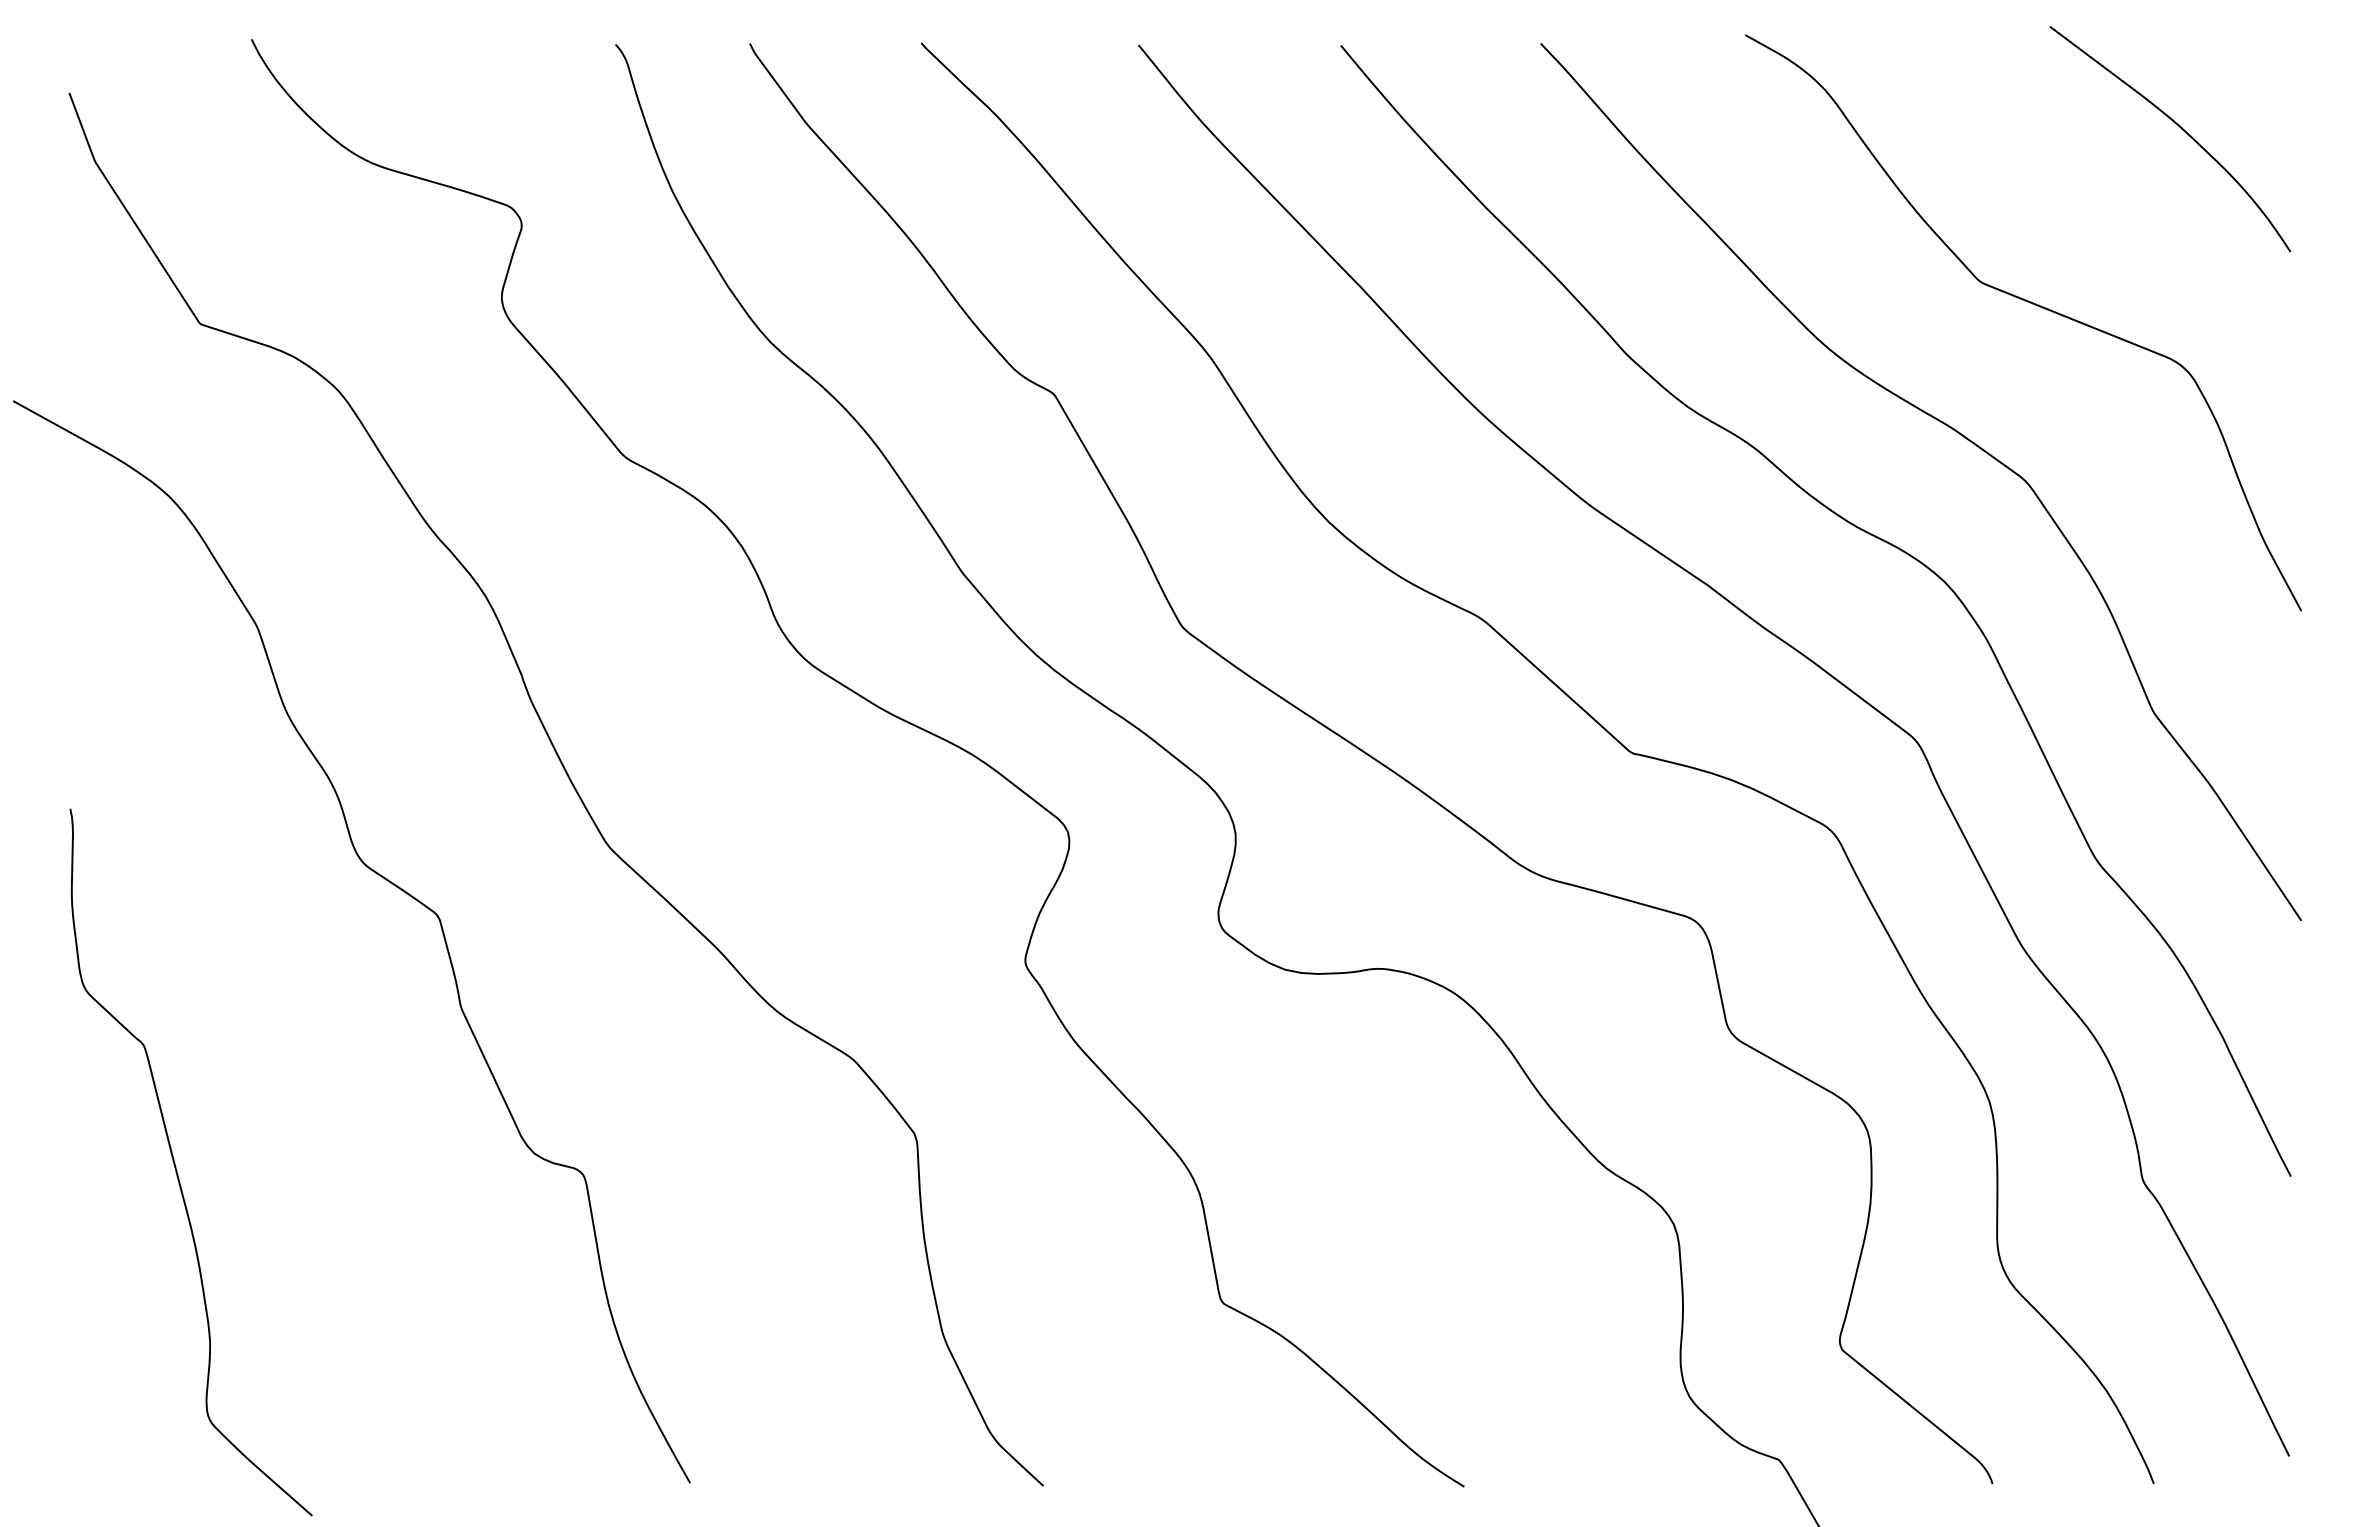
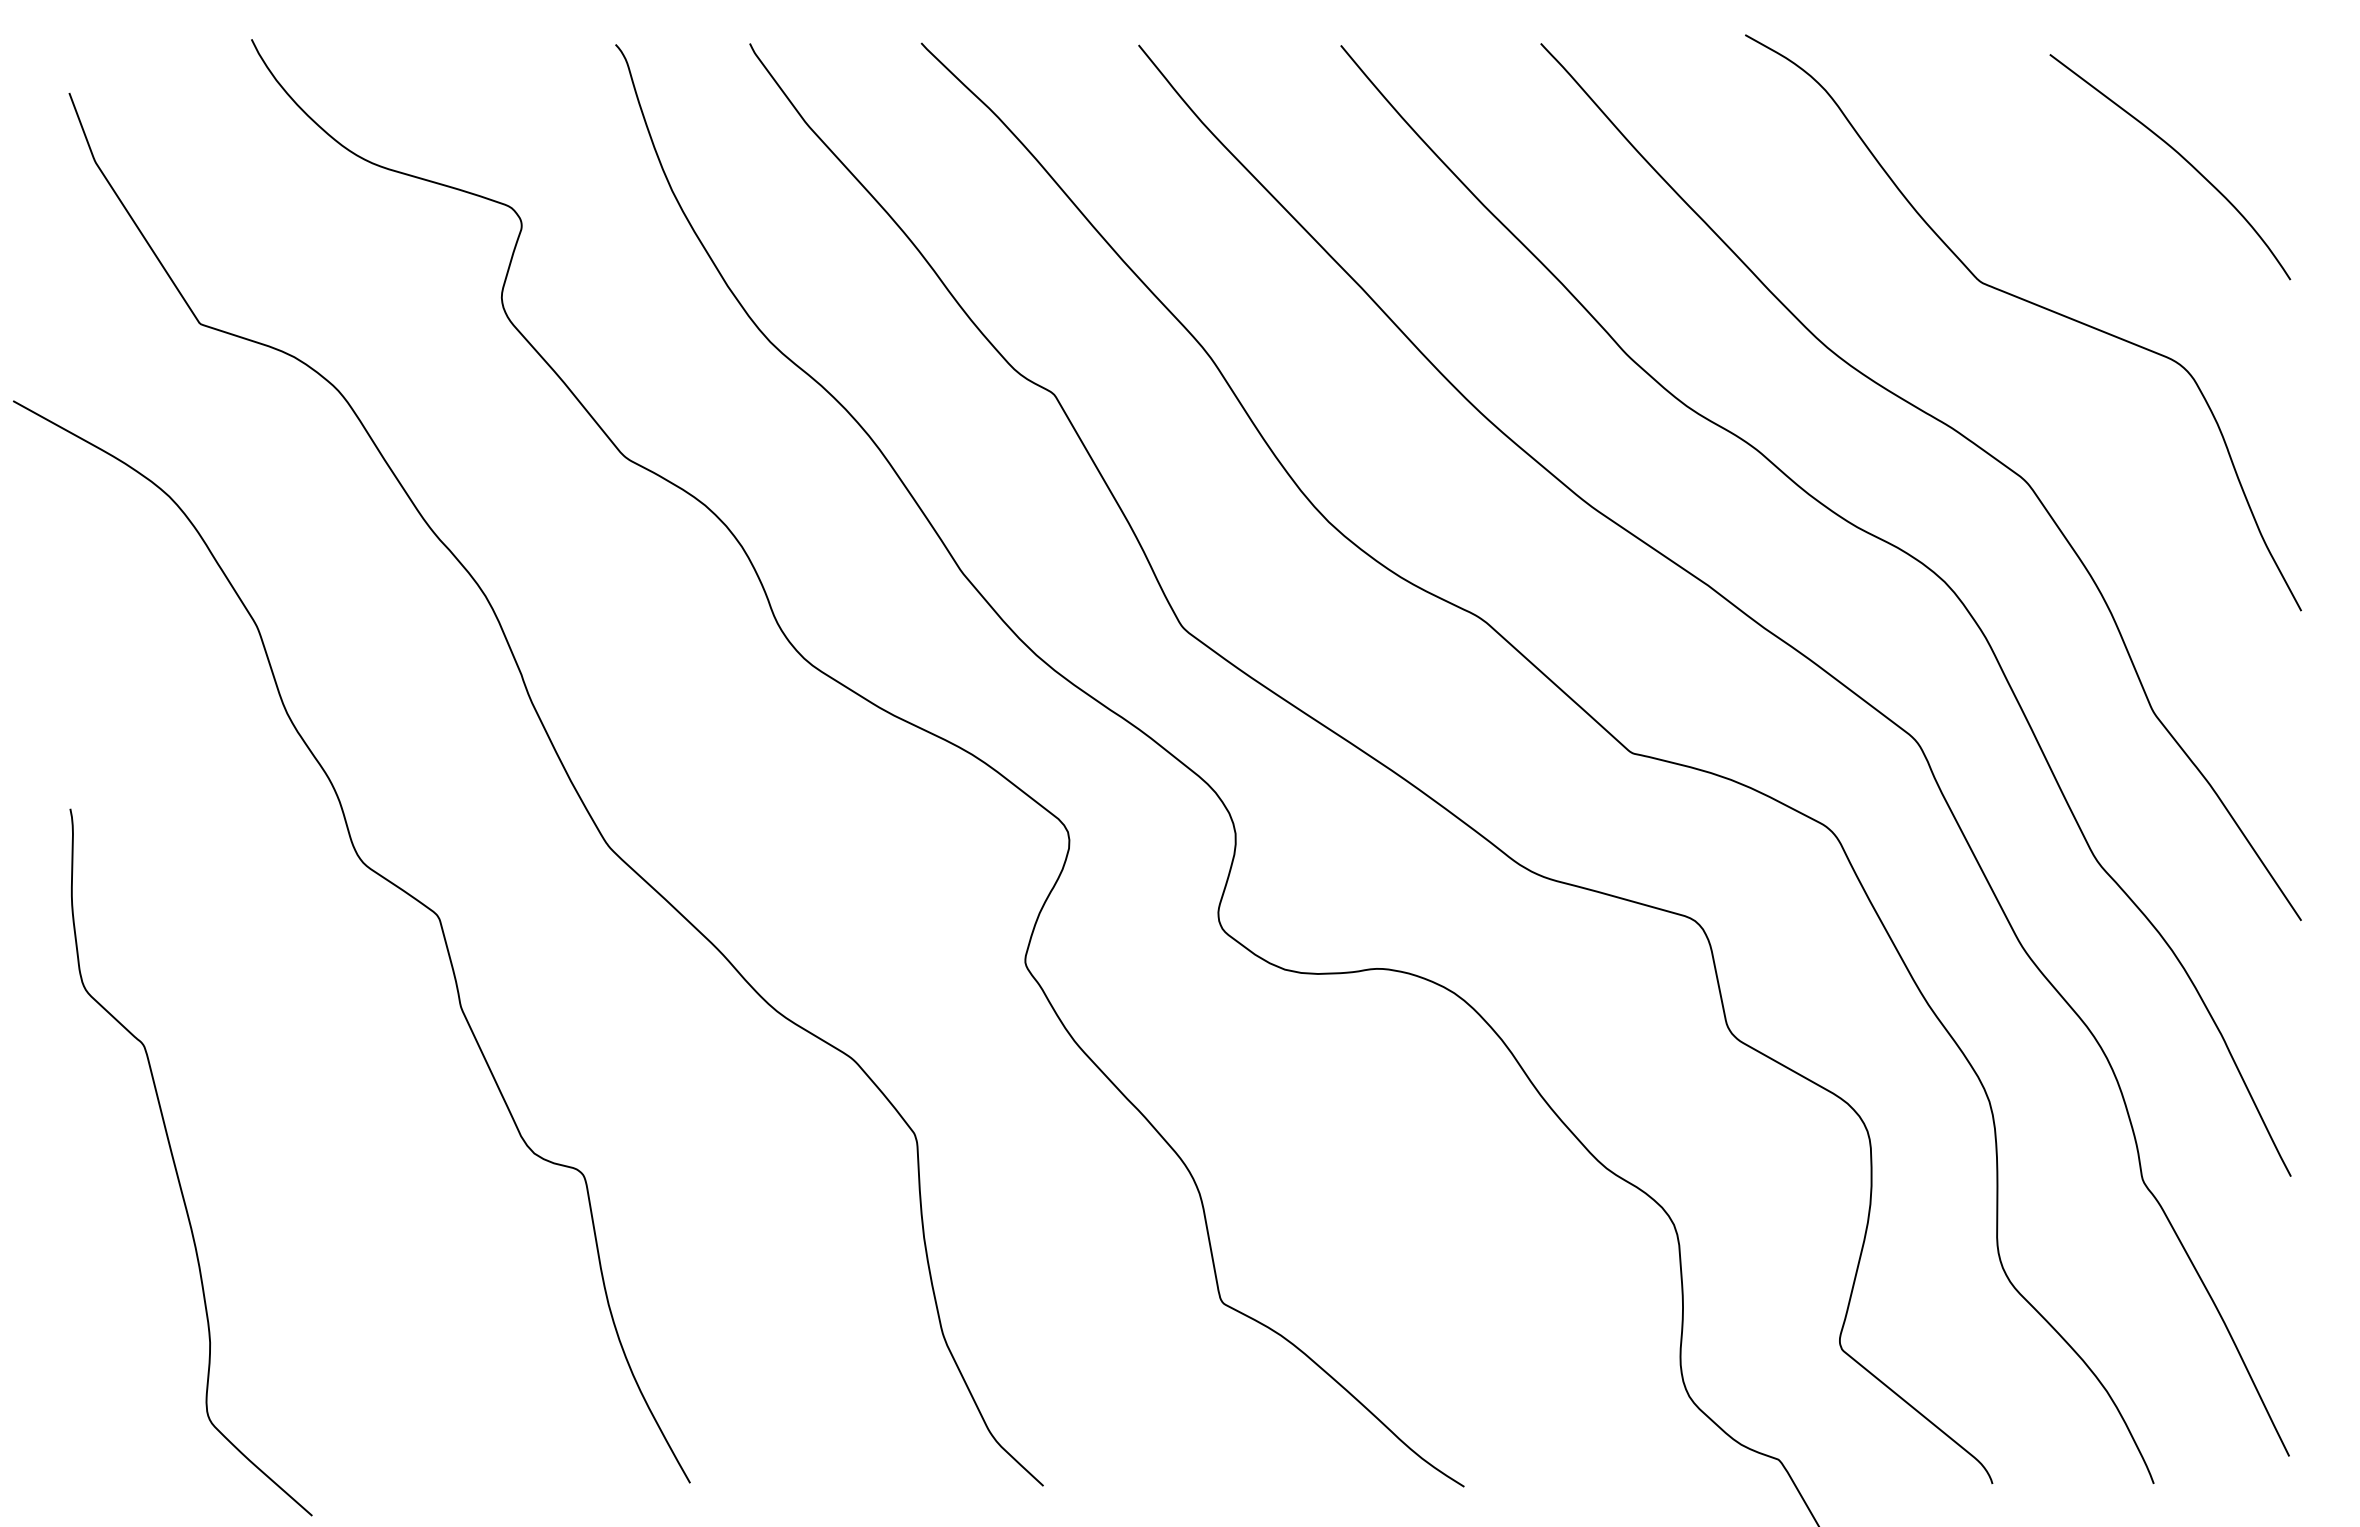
curve at (2180, 128) position: (2180, 128) -> (2180, 156)
